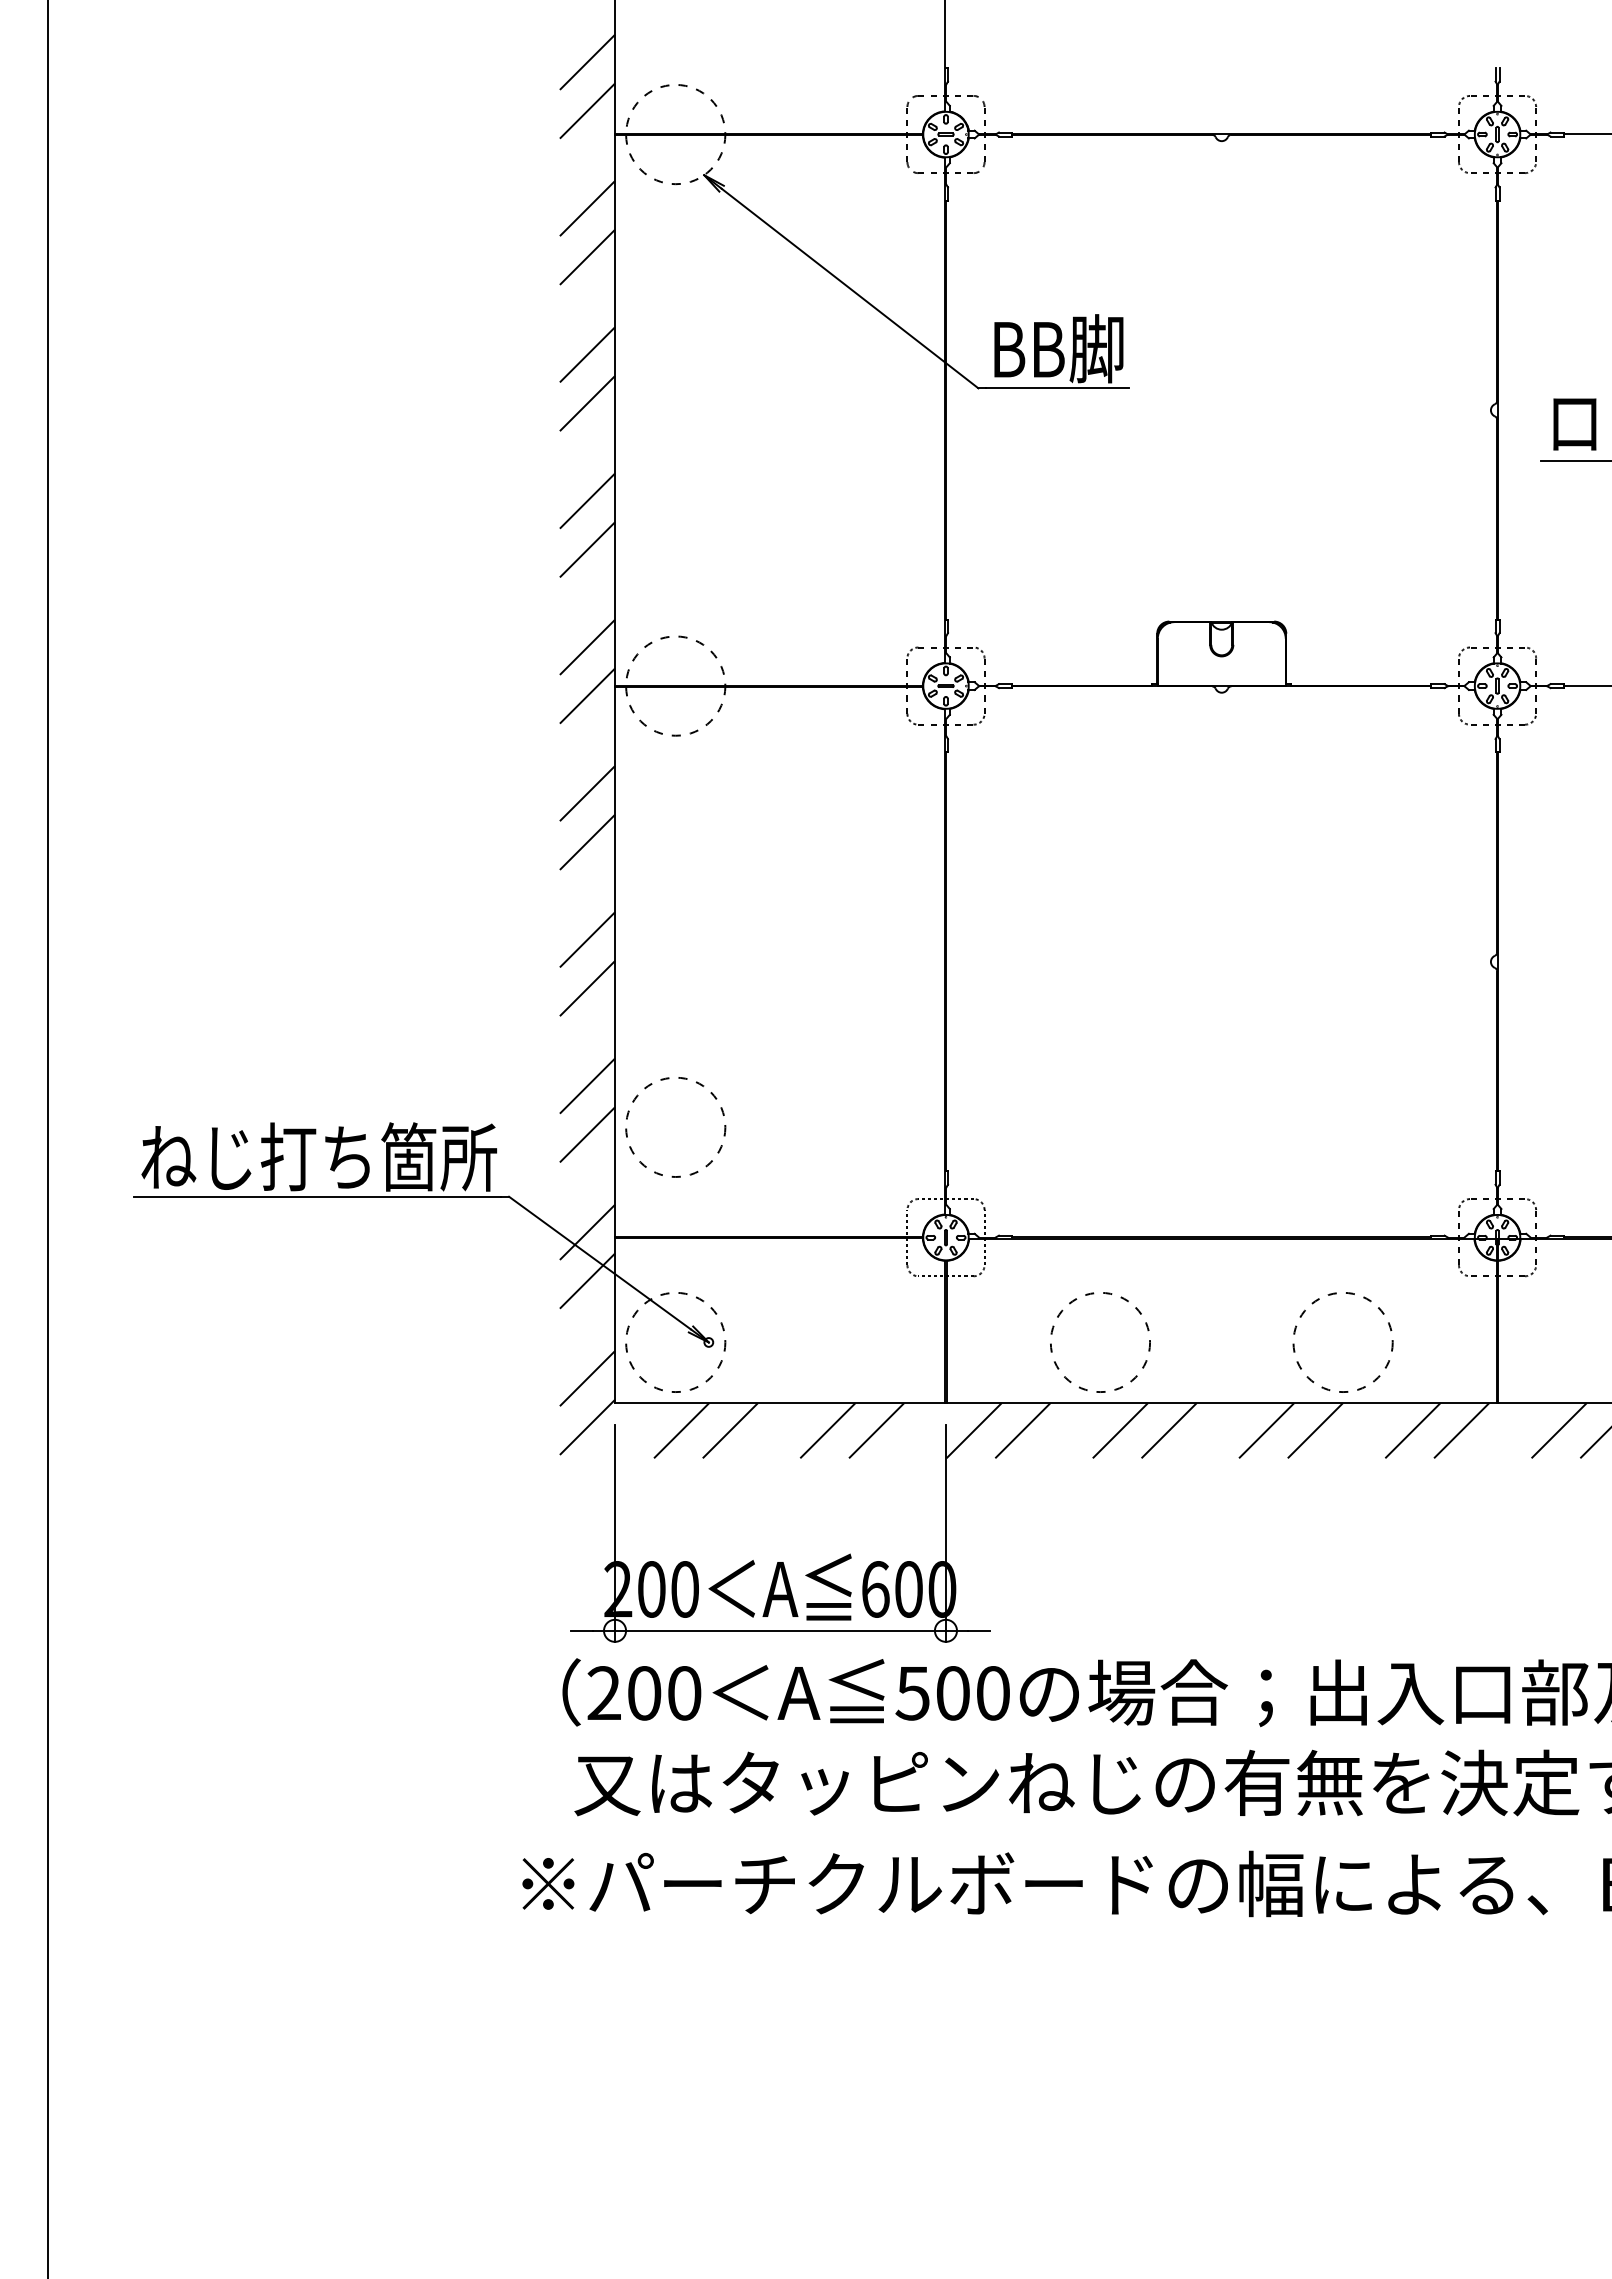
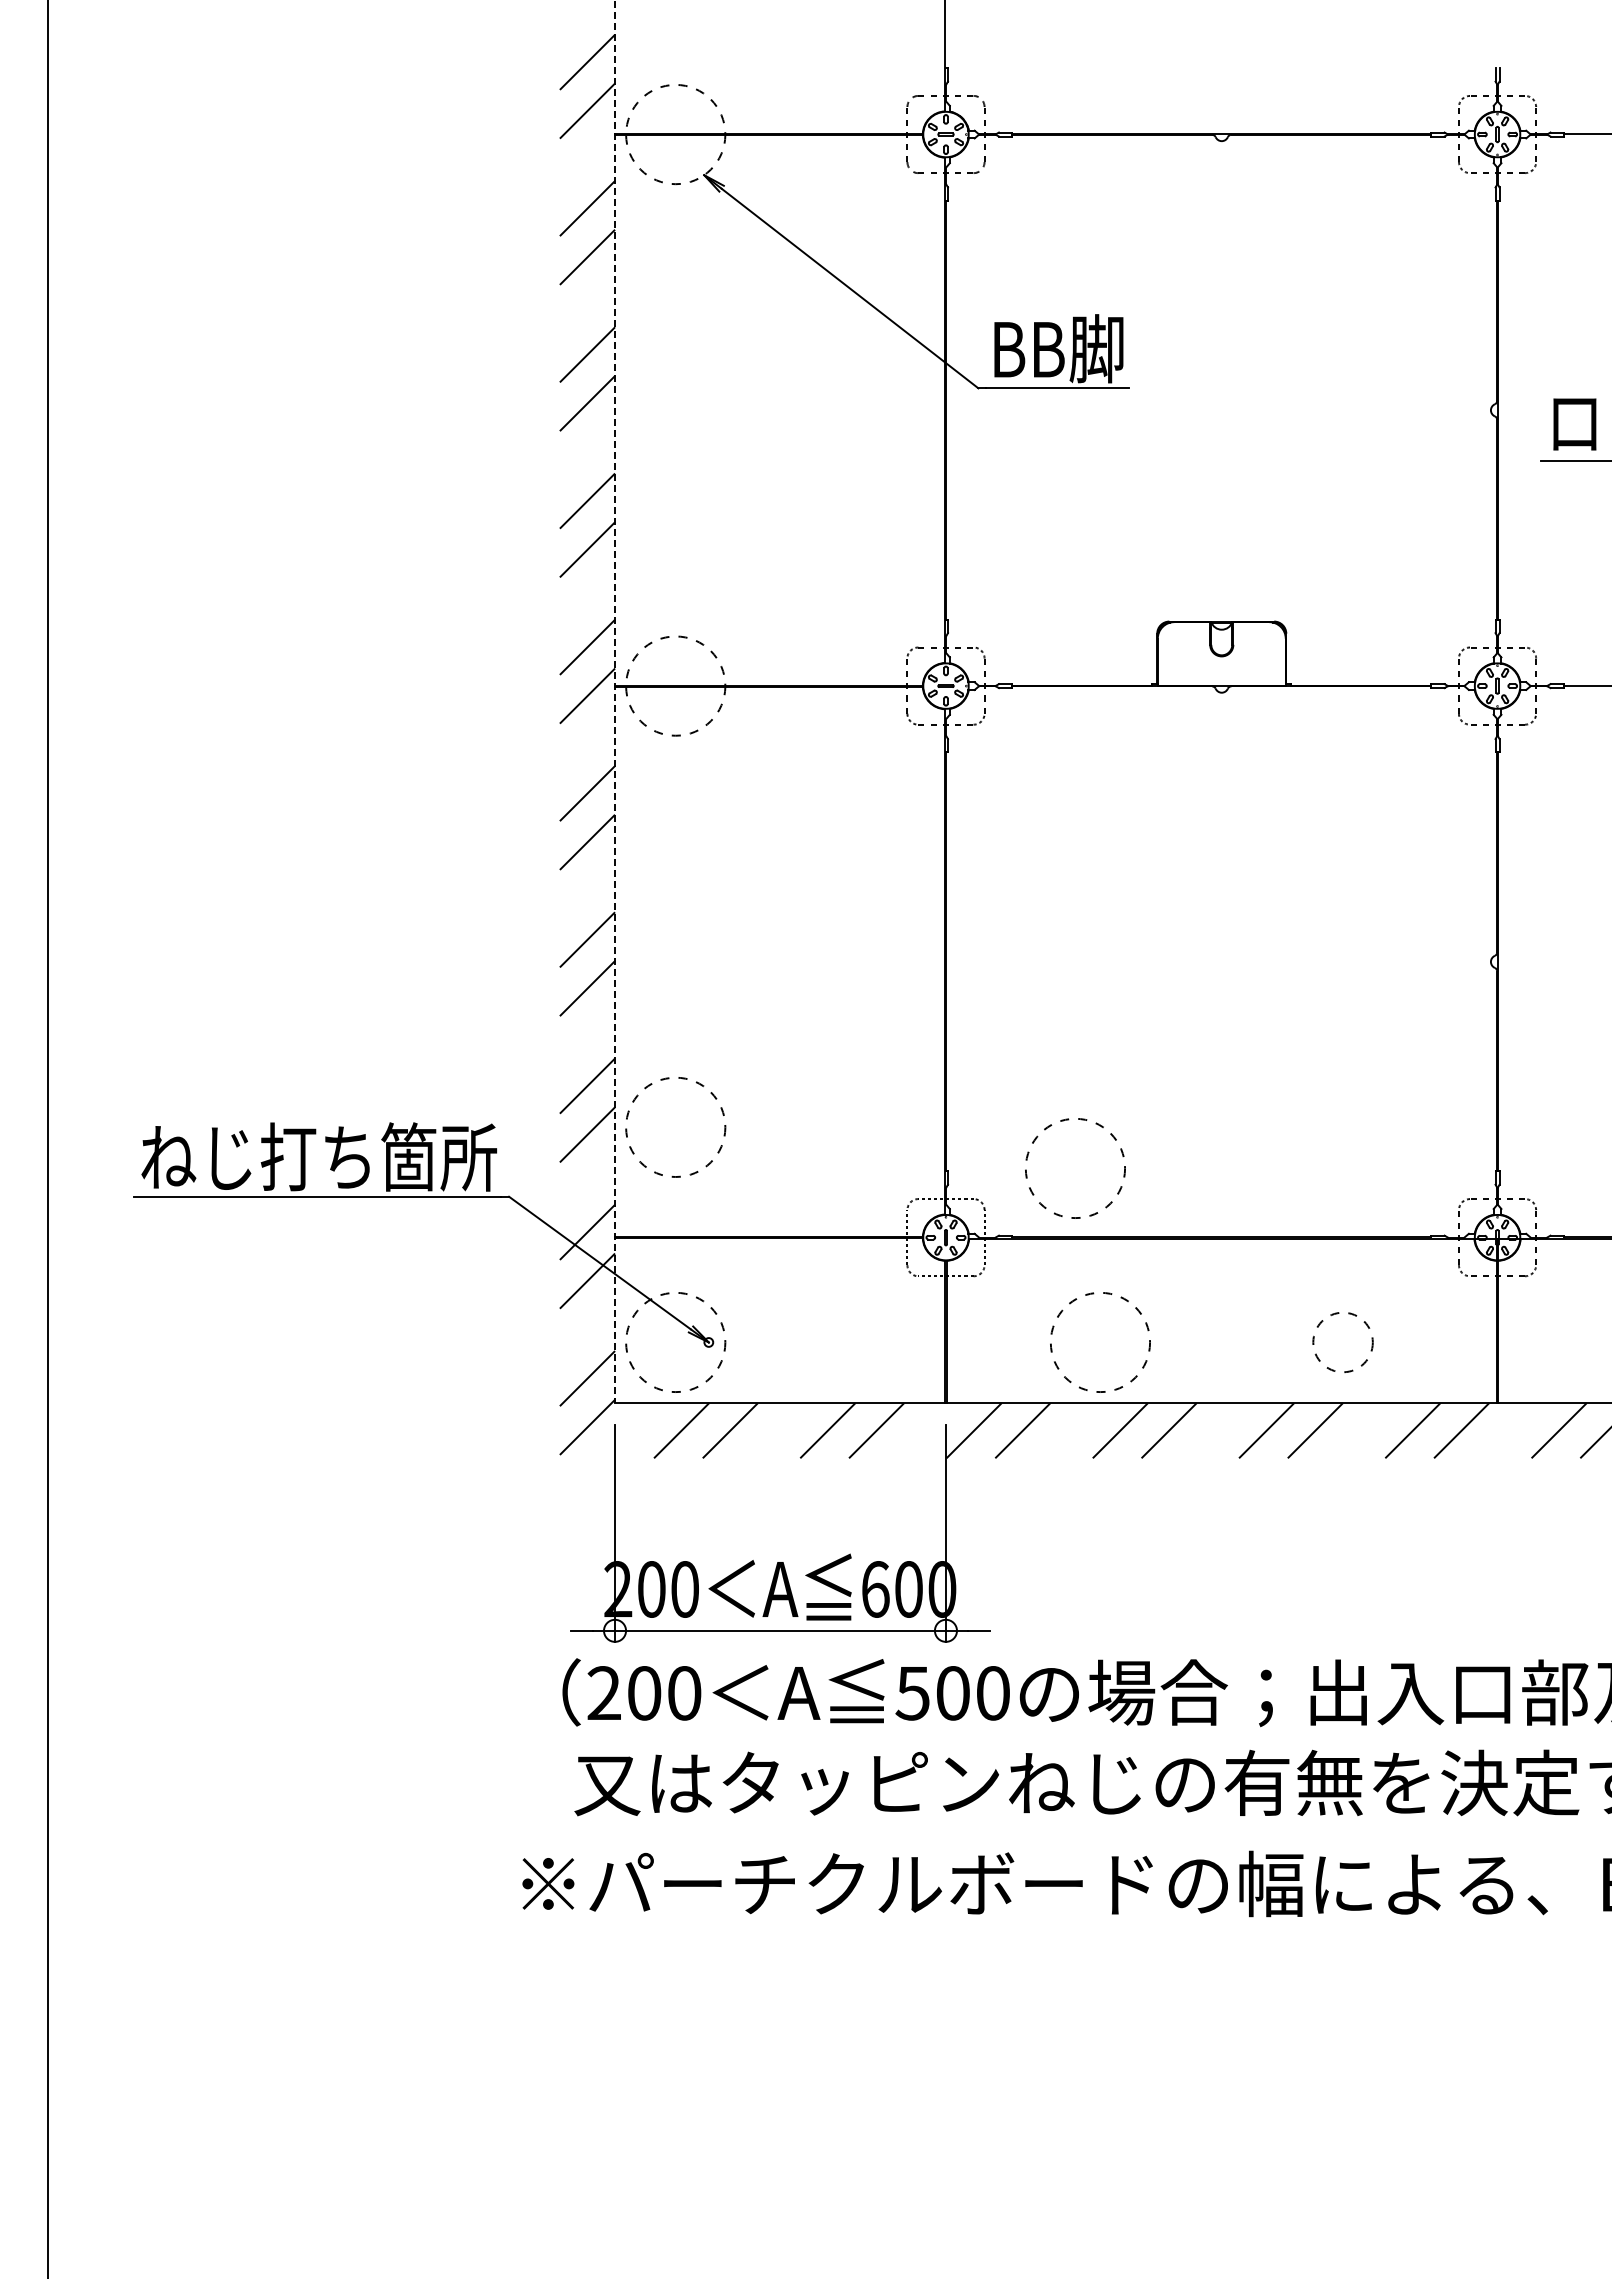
line at (615, 702): solid -> dashed
circle at (1075, 1168): none -> present
circle at (1342, 1342) size: 102x101 px -> 62x61 px
